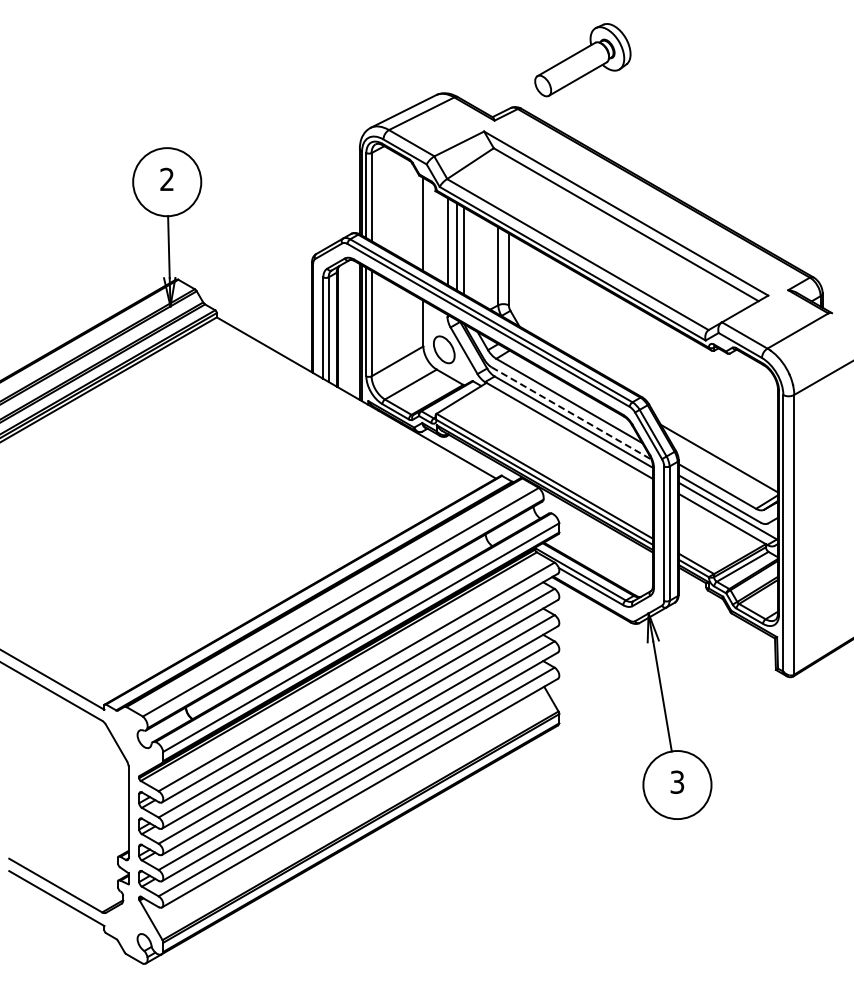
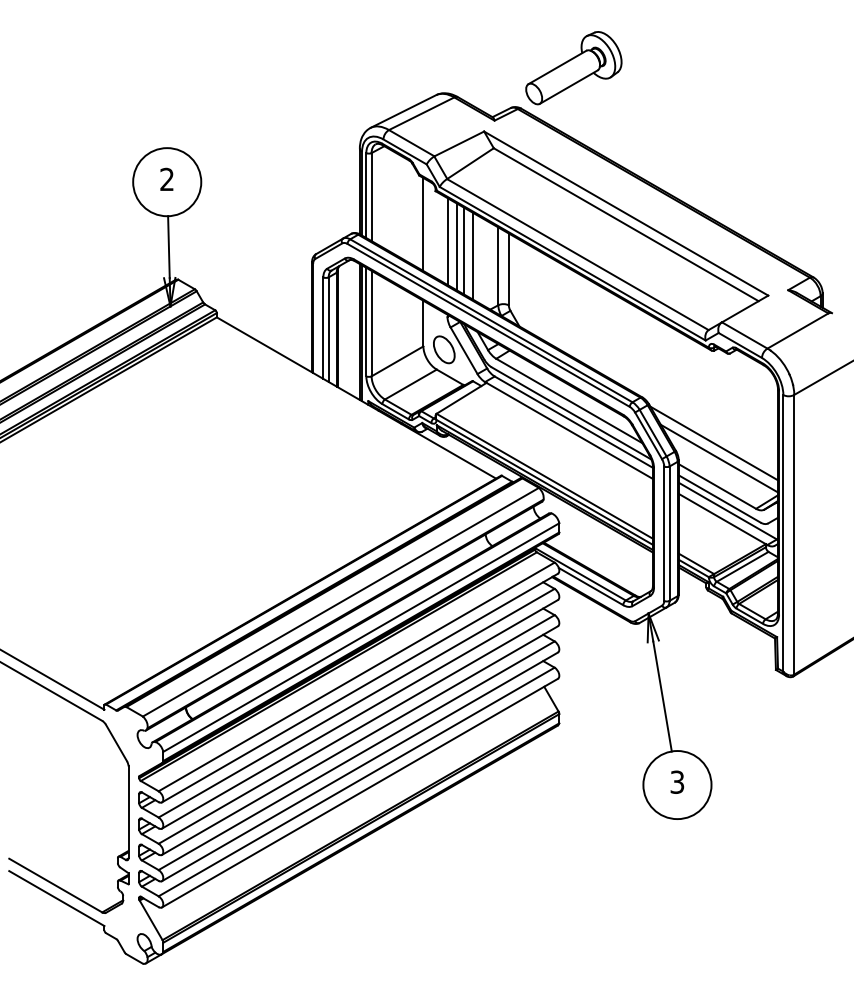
part at (582, 60) position: (582, 60) -> (573, 68)
line at (473, 255): none -> present
line at (572, 413): dashed -> solid
line at (713, 443): none -> present
